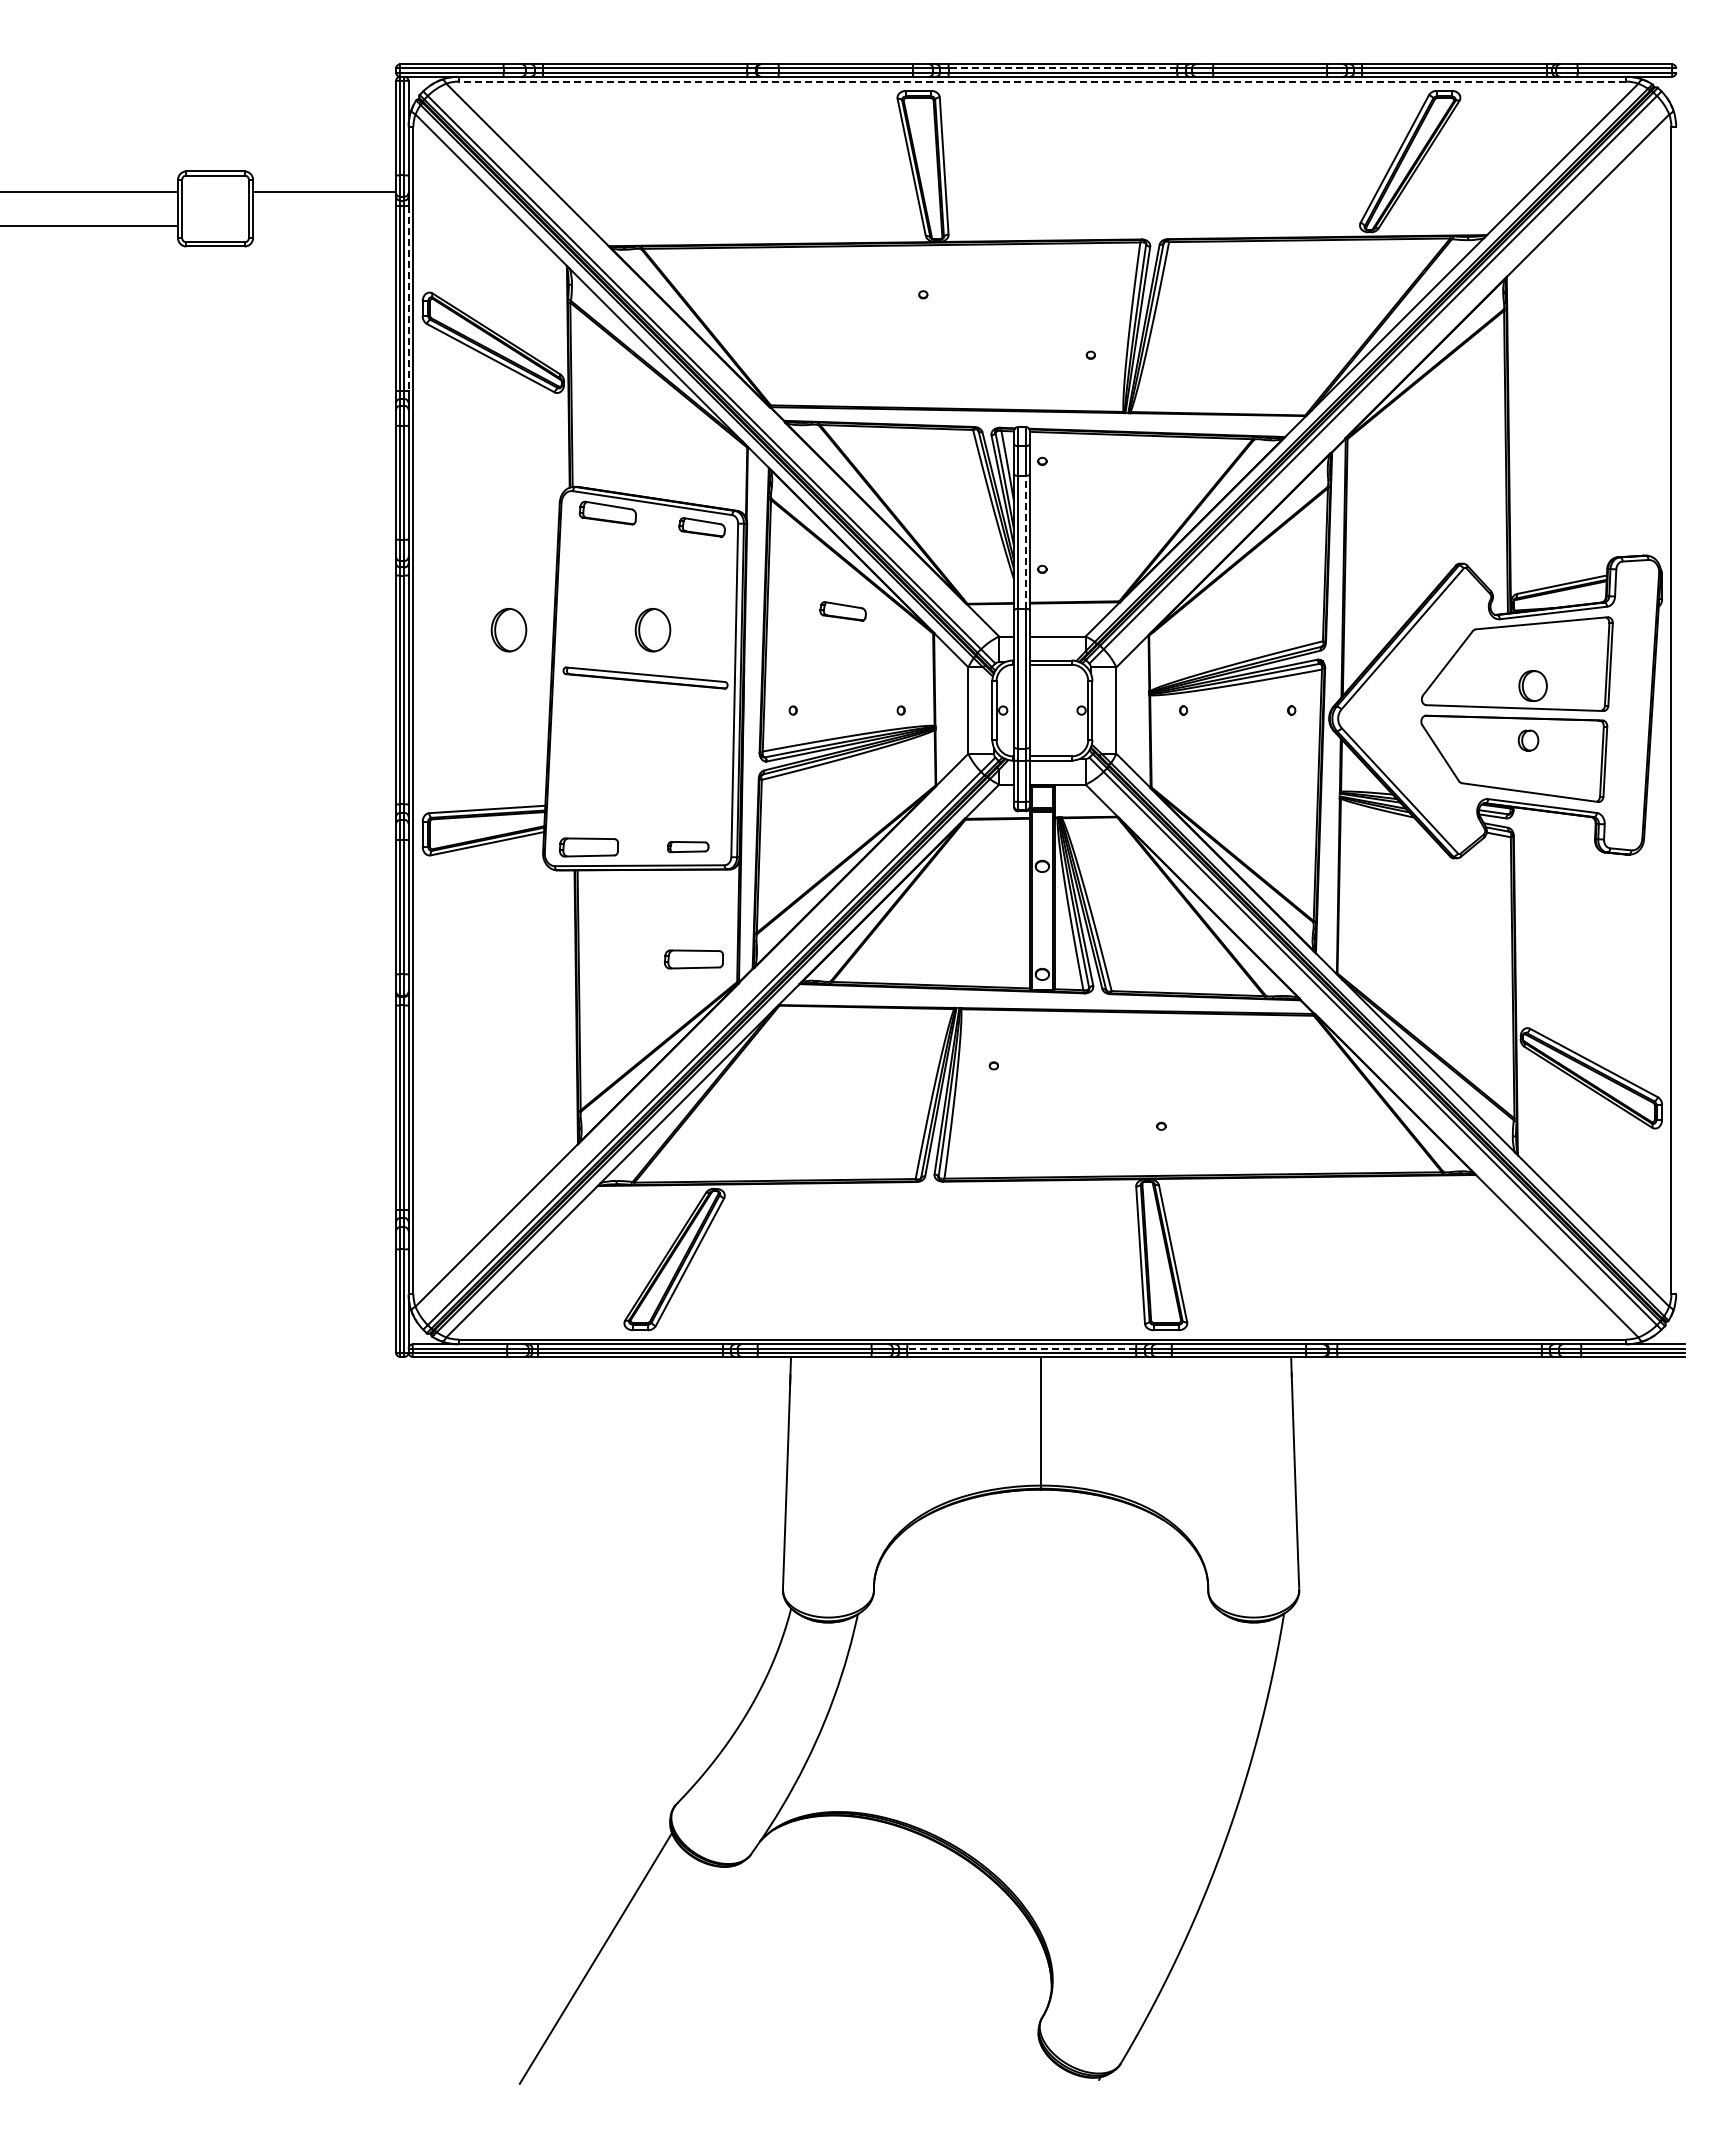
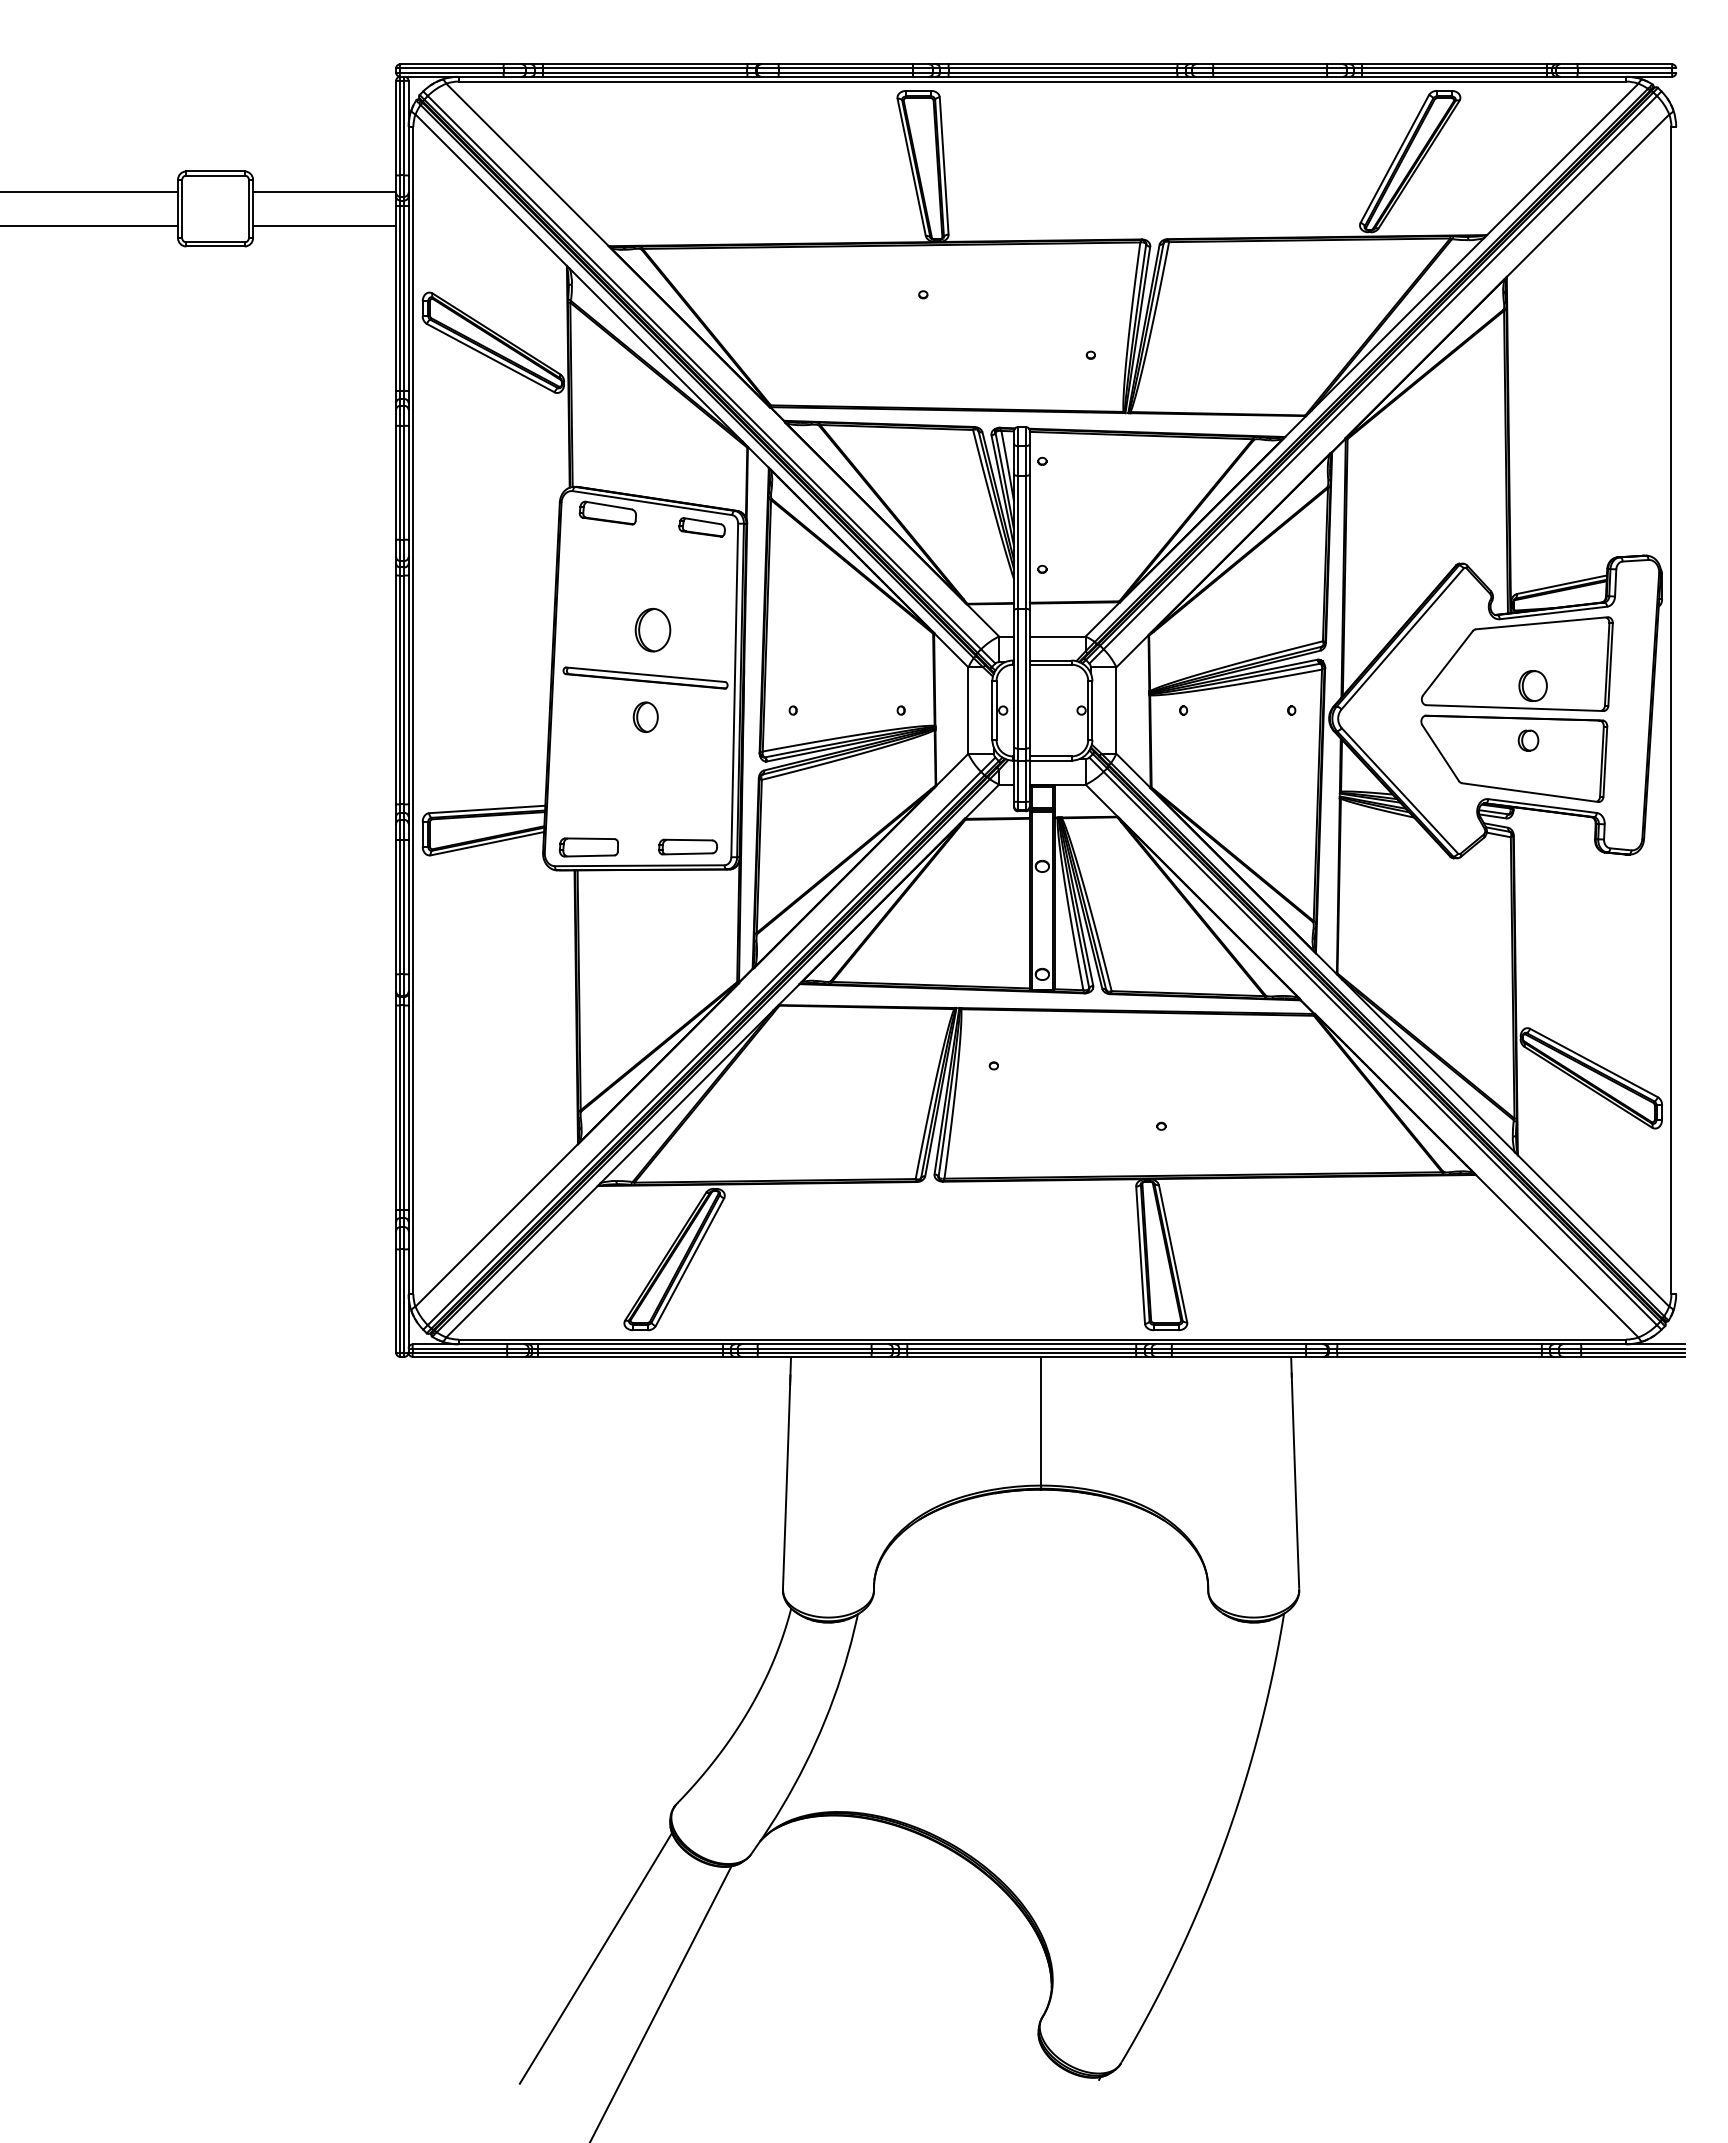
line at (1062, 68): dashed -> solid
line at (1042, 81): dashed -> solid
line at (324, 225): none -> present
line at (408, 298): dashed -> solid
line at (1025, 541): dashed -> solid
part at (842, 611): present -> none
part at (508, 630): present -> none
part at (645, 716): none -> present
part at (688, 847) size: 43x13 px -> 61x18 px
part at (693, 959): present -> none
line at (1021, 1348): dashed -> solid
line at (661, 2002): none -> present
